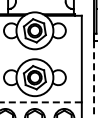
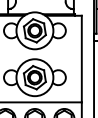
line at (94, 79): dashed -> solid
line at (40, 102): dashed -> solid
